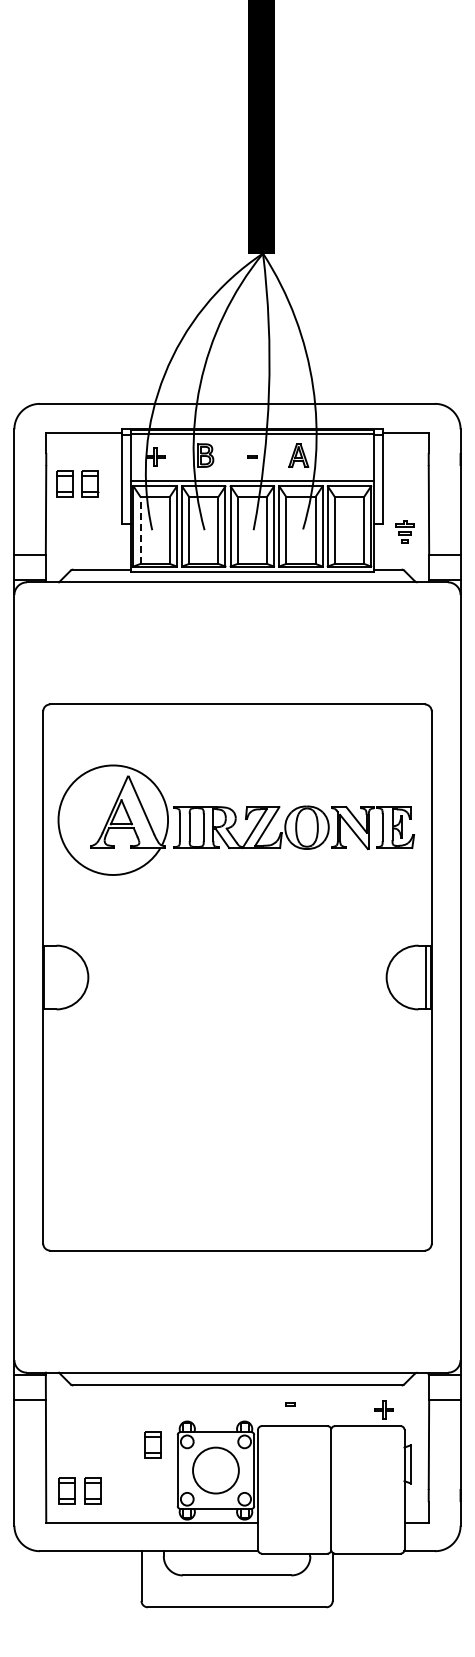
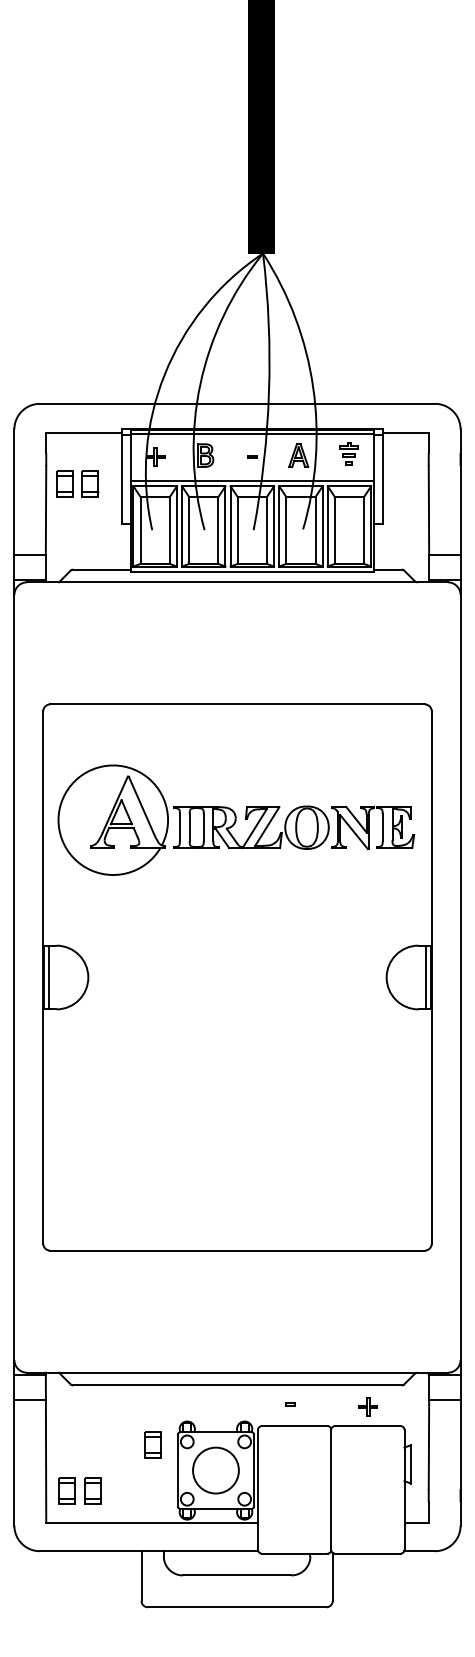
line at (140, 529): dashed -> solid
part at (404, 531) position: (404, 531) -> (348, 453)
line at (49, 977): none -> present
part at (383, 1409) position: (383, 1409) -> (367, 1406)
